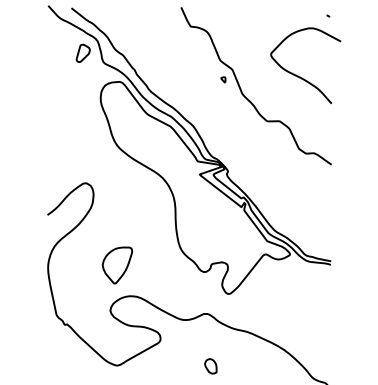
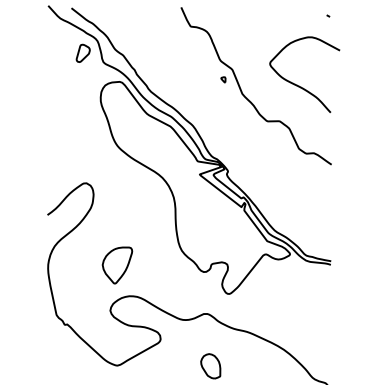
curve at (300, 76) position: (300, 76) -> (299, 85)
part at (210, 366) size: 14x17 px -> 22x27 px
